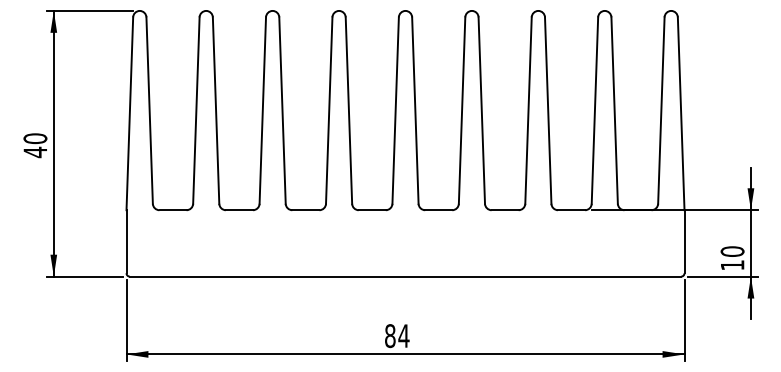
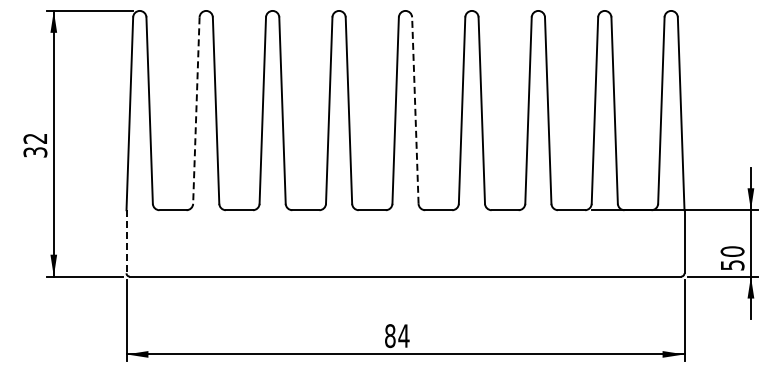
line at (415, 110): solid -> dashed
line at (196, 111): solid -> dashed
text at (35, 145): 40 -> 32
line at (126, 241): solid -> dashed
text at (732, 265): 10 -> 50
